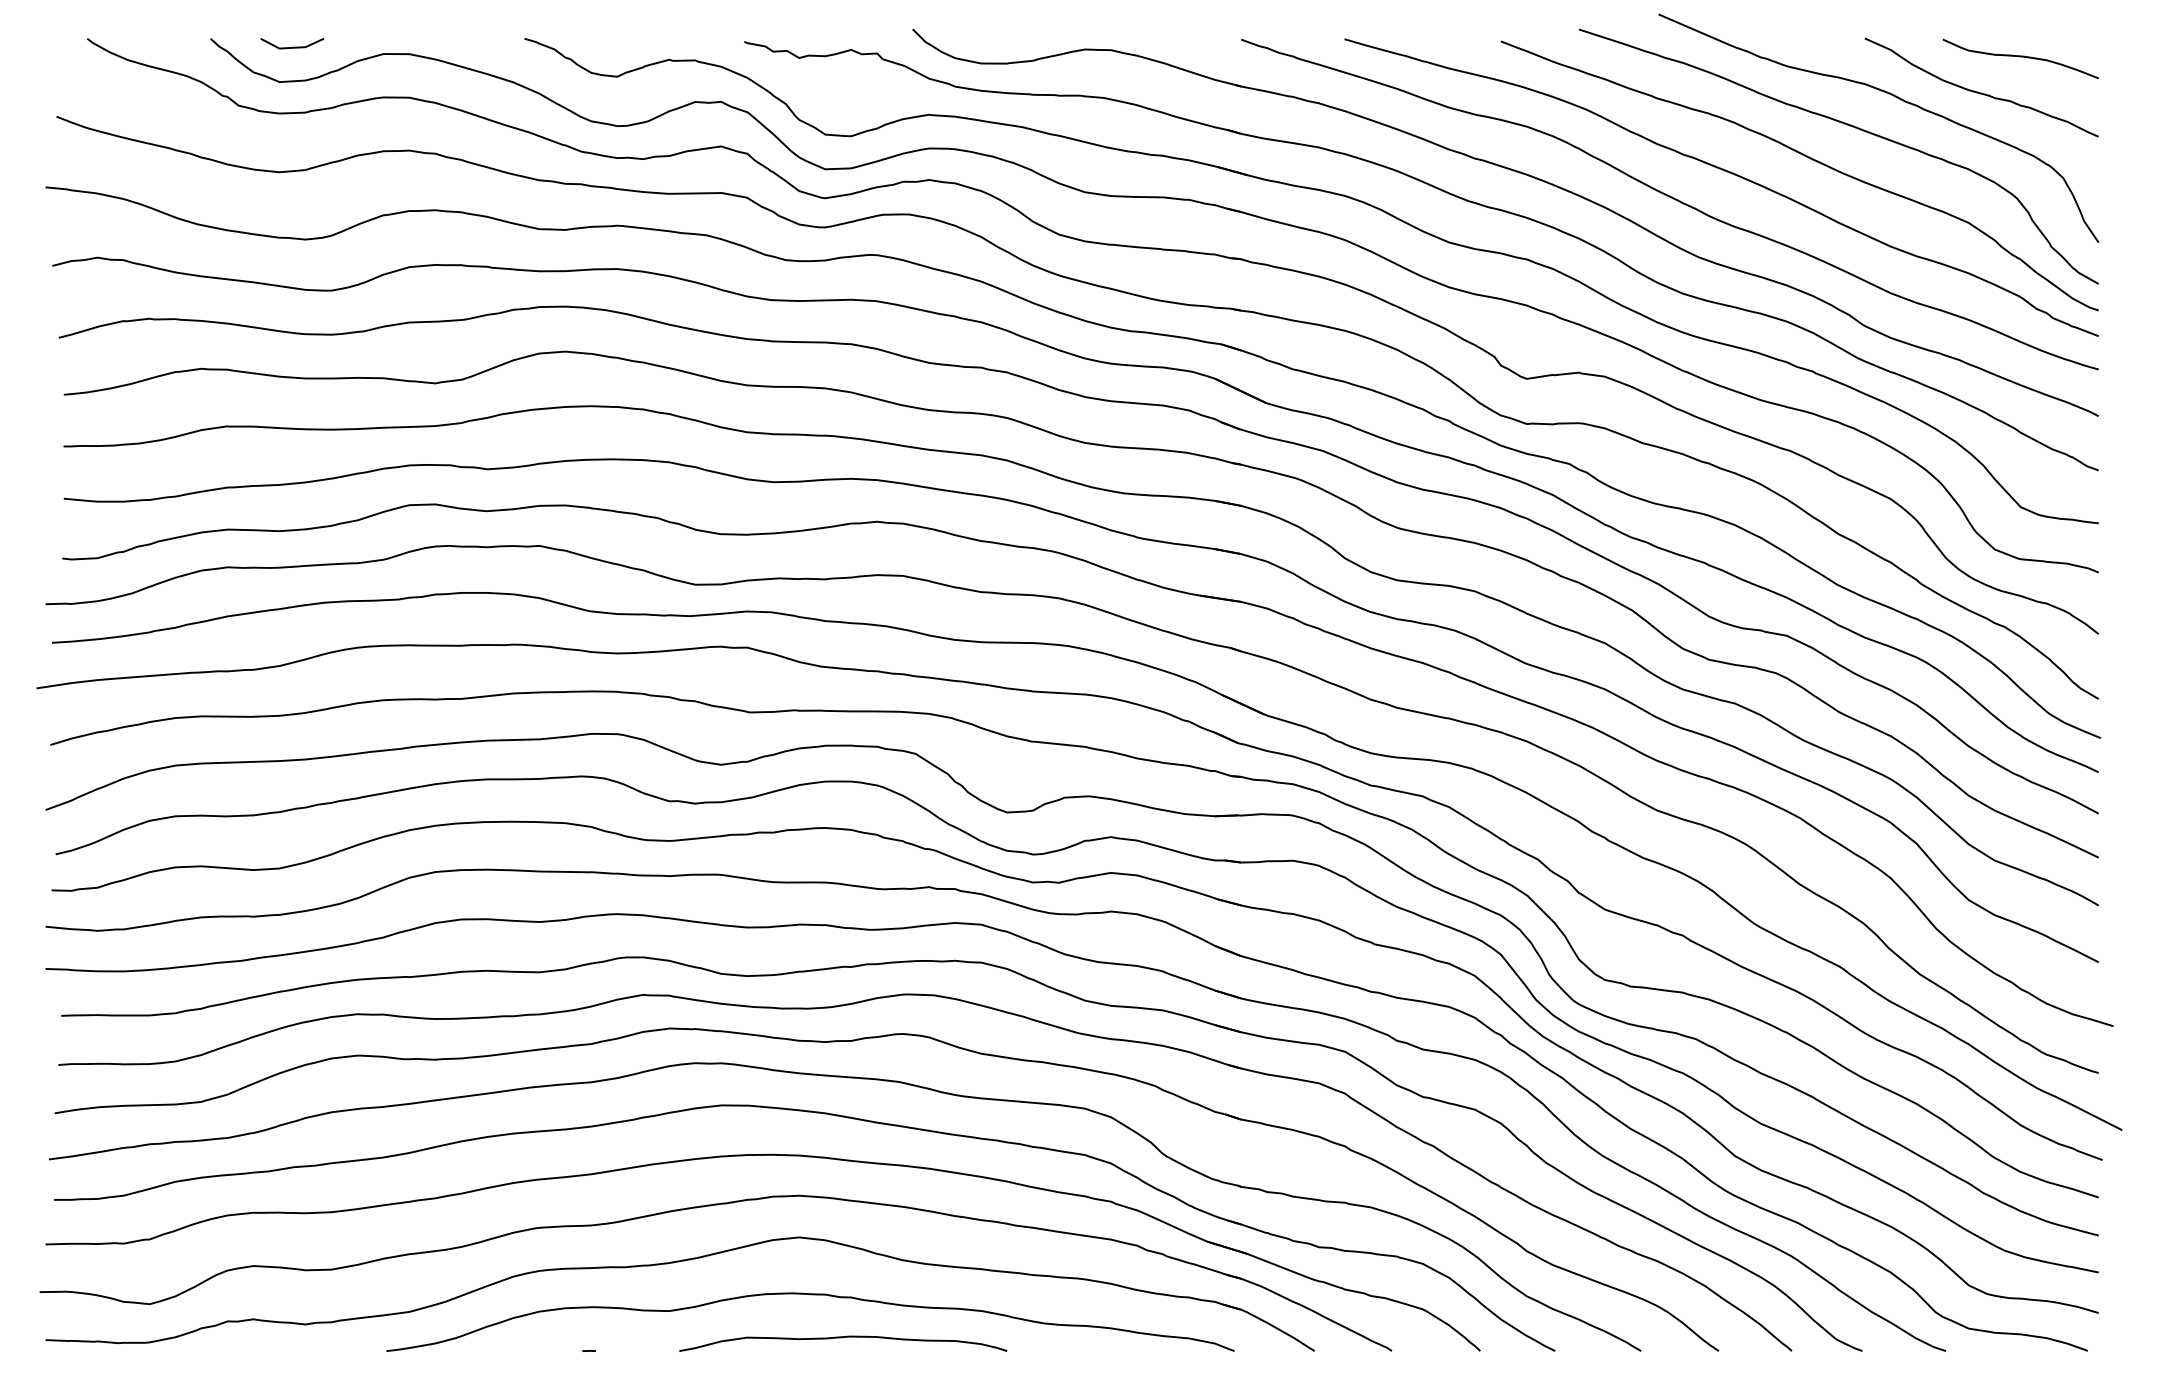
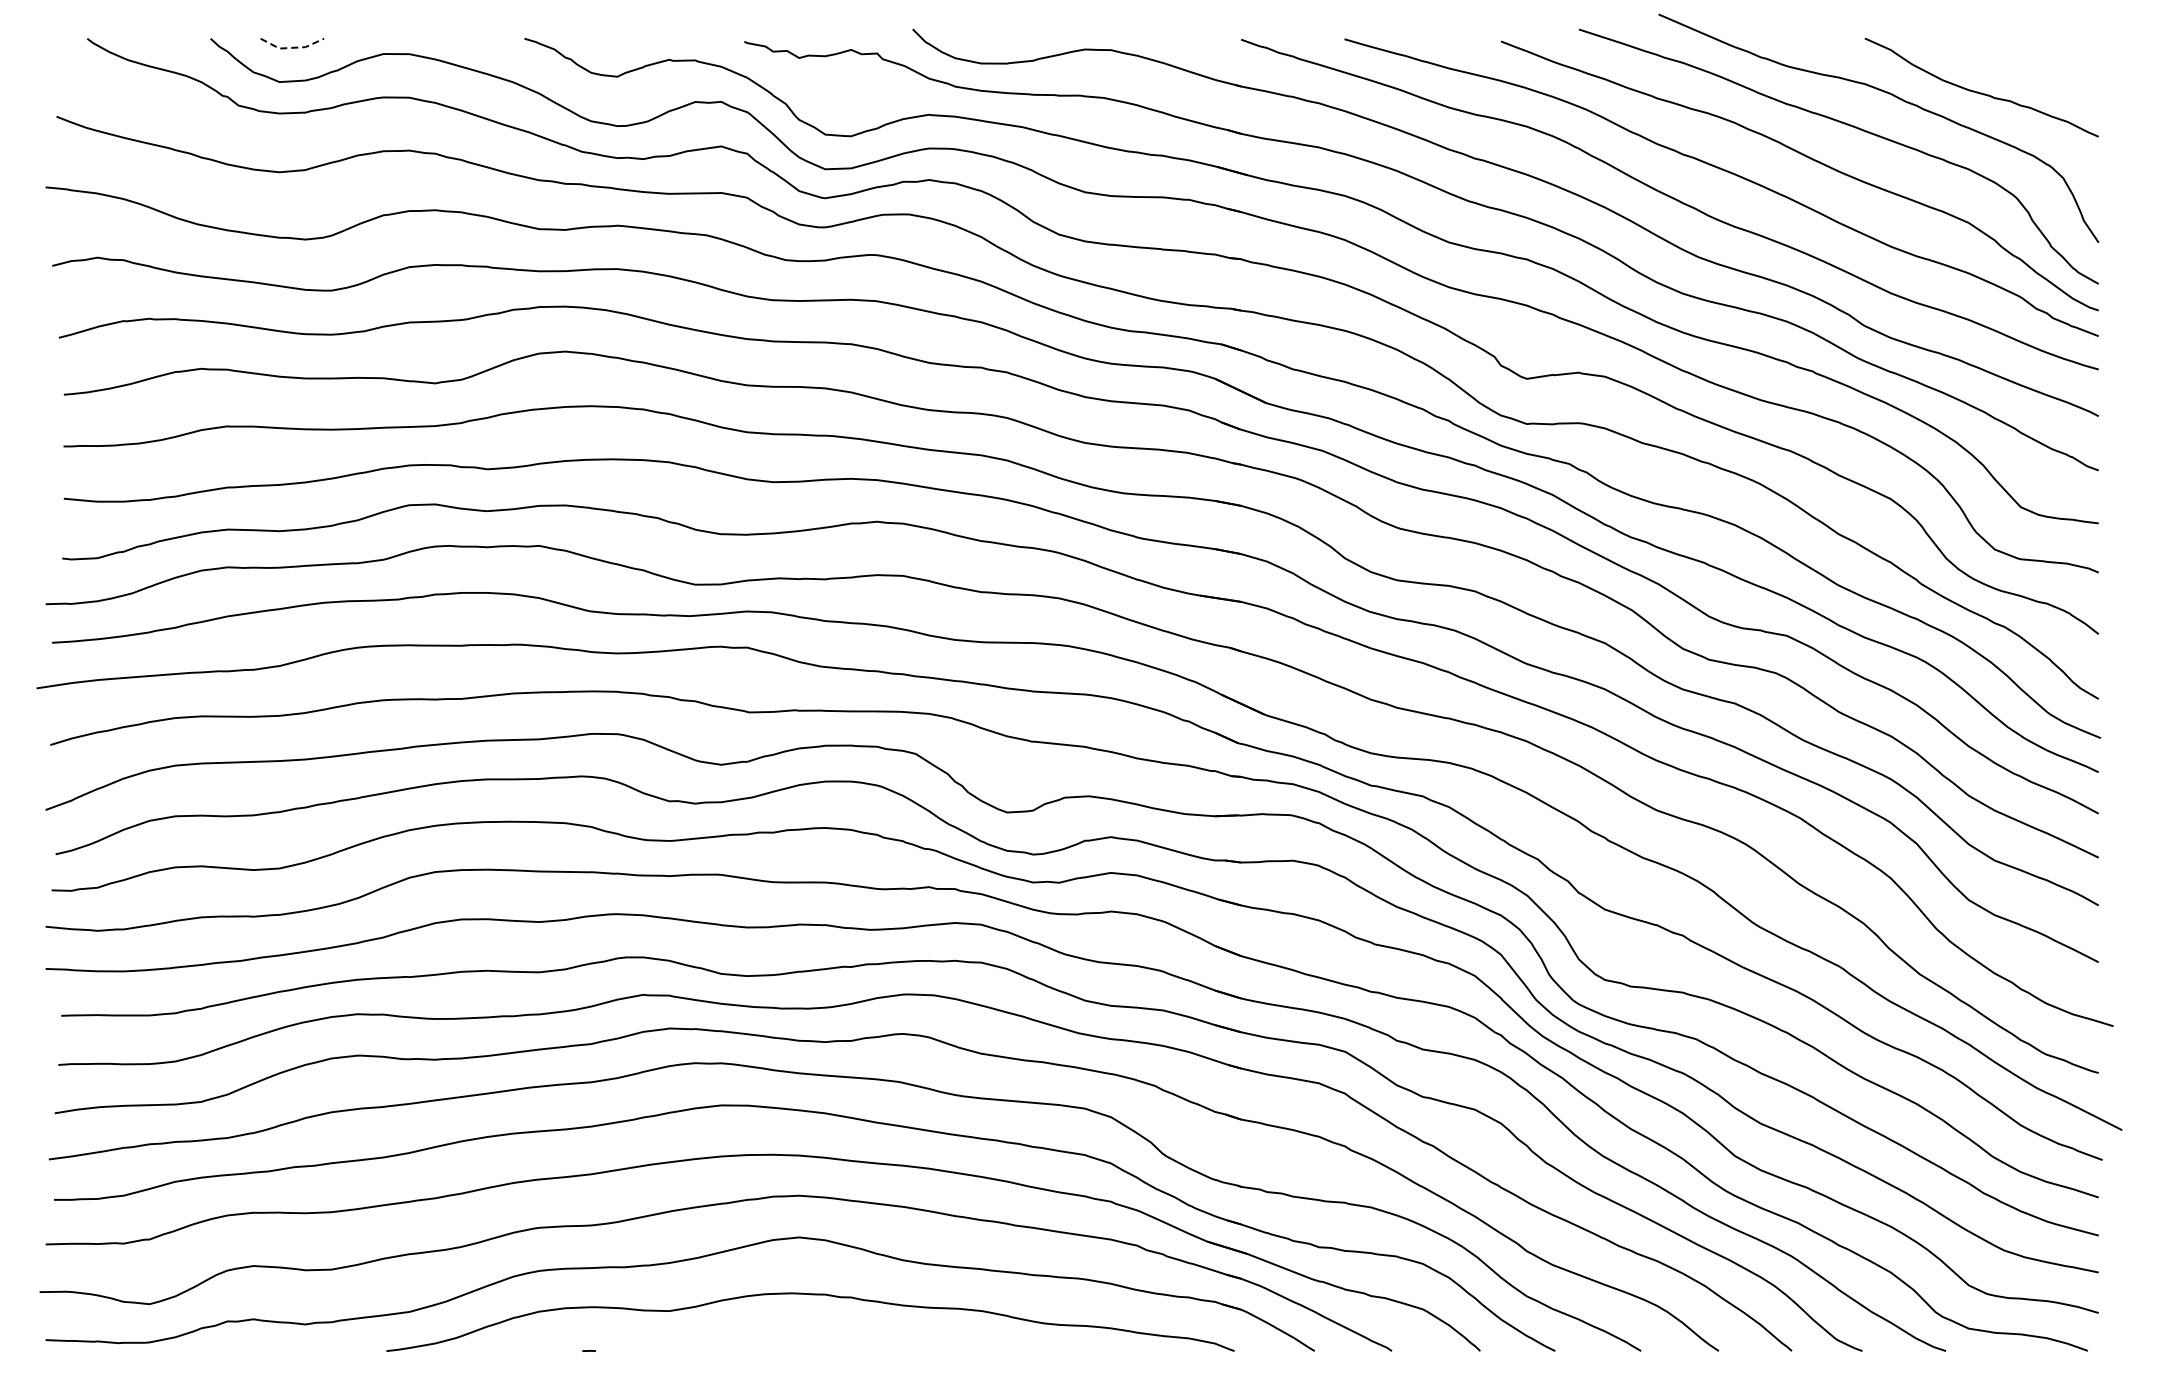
line at (292, 47): solid -> dashed
curve at (2020, 57): present -> none
curve at (842, 1338): present -> none
